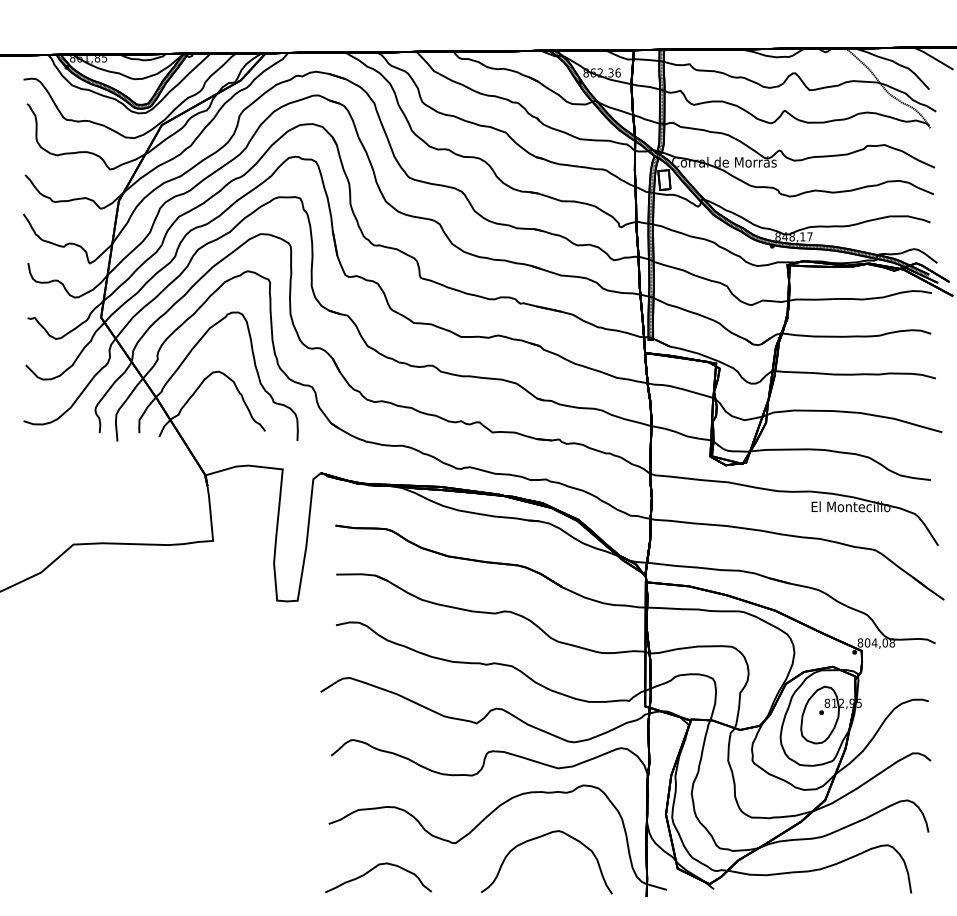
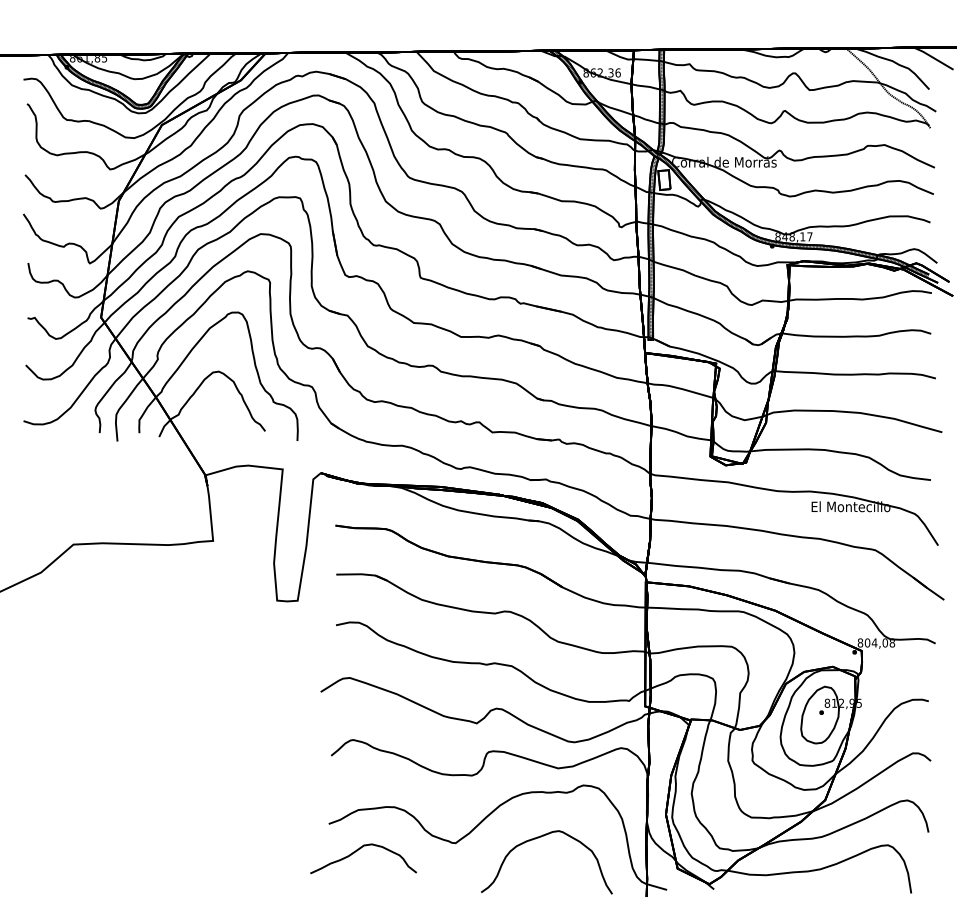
curve at (372, 870) position: (372, 870) -> (357, 851)
